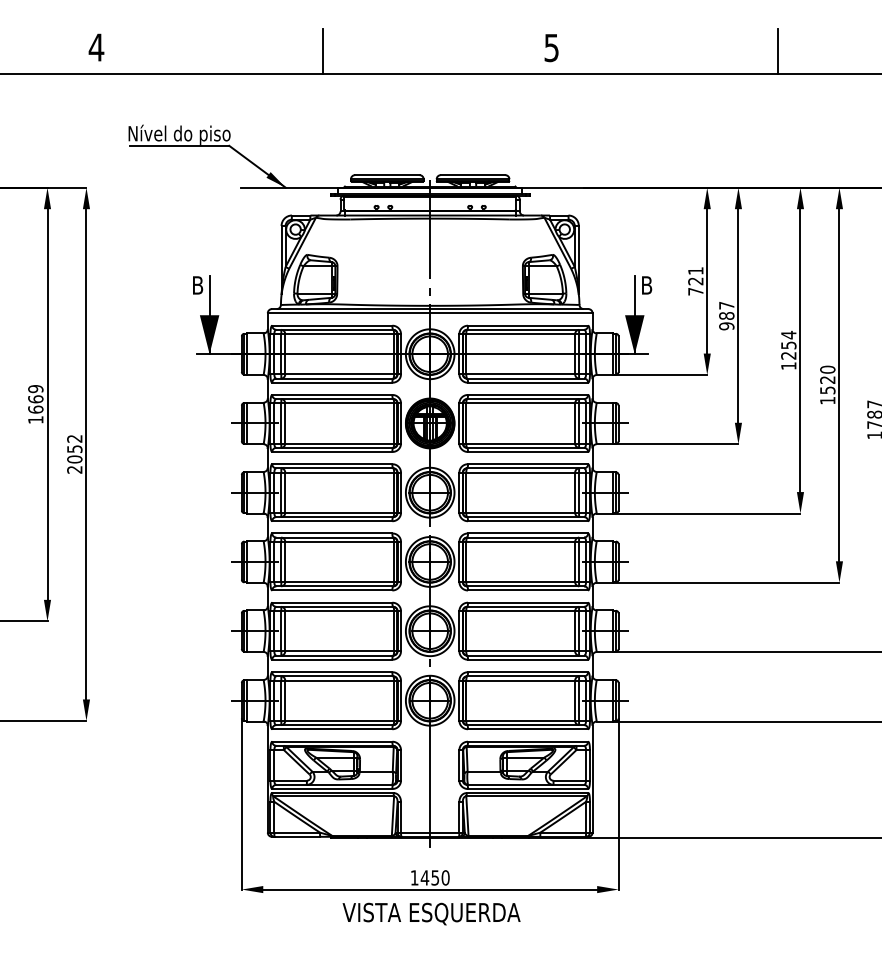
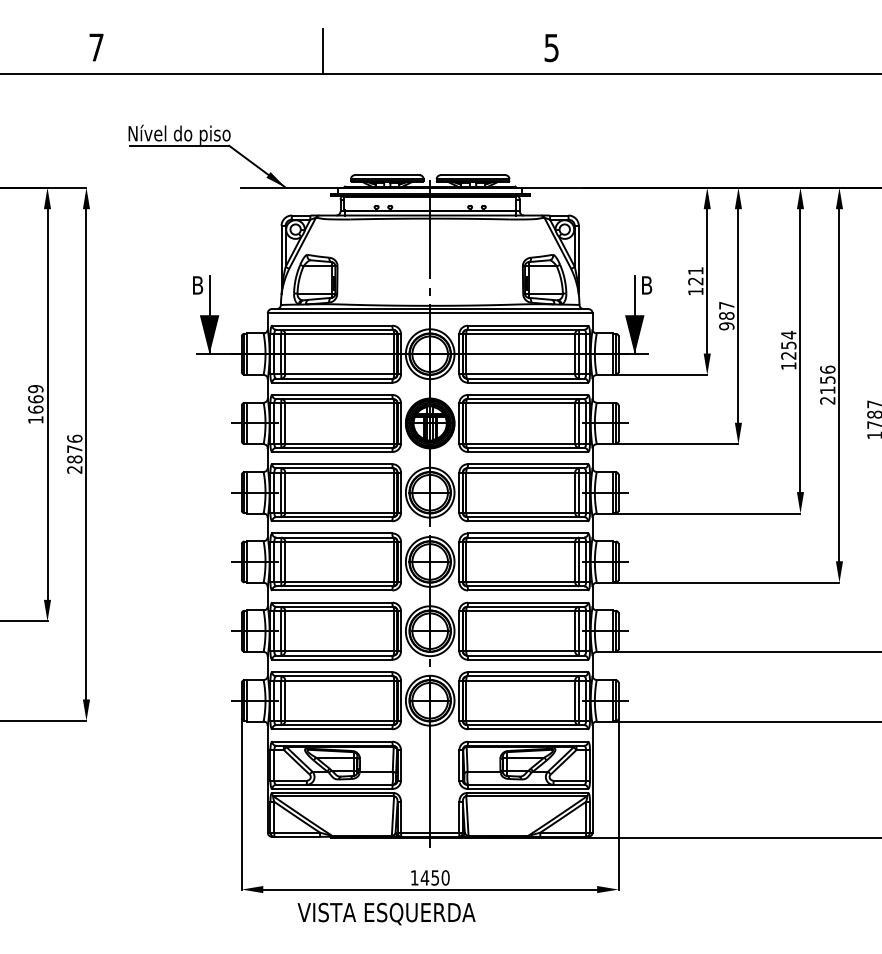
text at (96, 47): 4 -> 7
line at (777, 51): present -> none
text at (695, 291): 721 -> 121
text at (827, 384): 1520 -> 2156
text at (74, 448): 2052 -> 2876
text at (431, 913) position: (431, 913) -> (386, 913)
